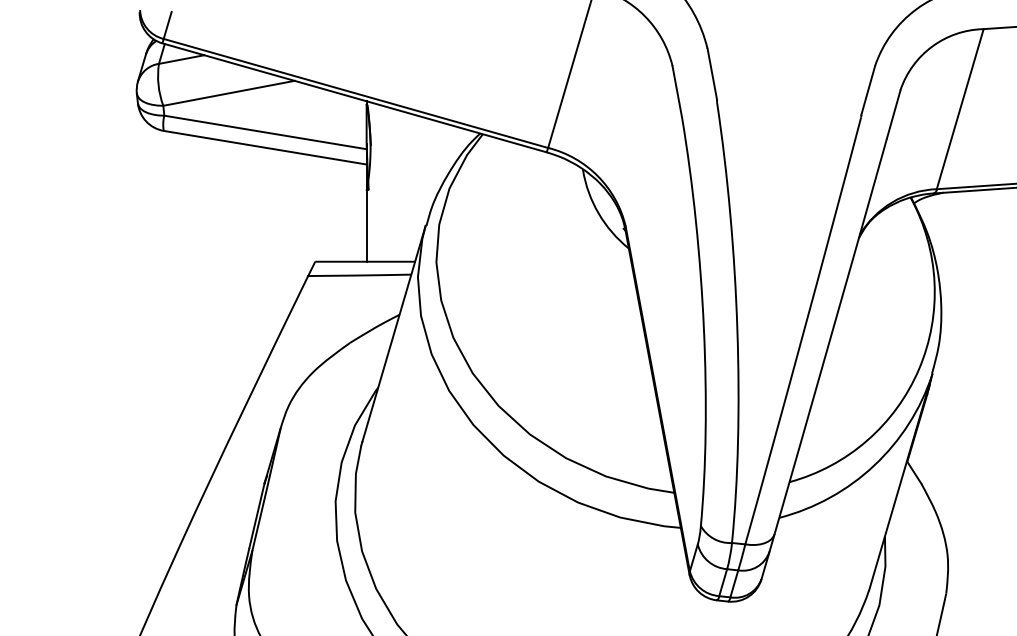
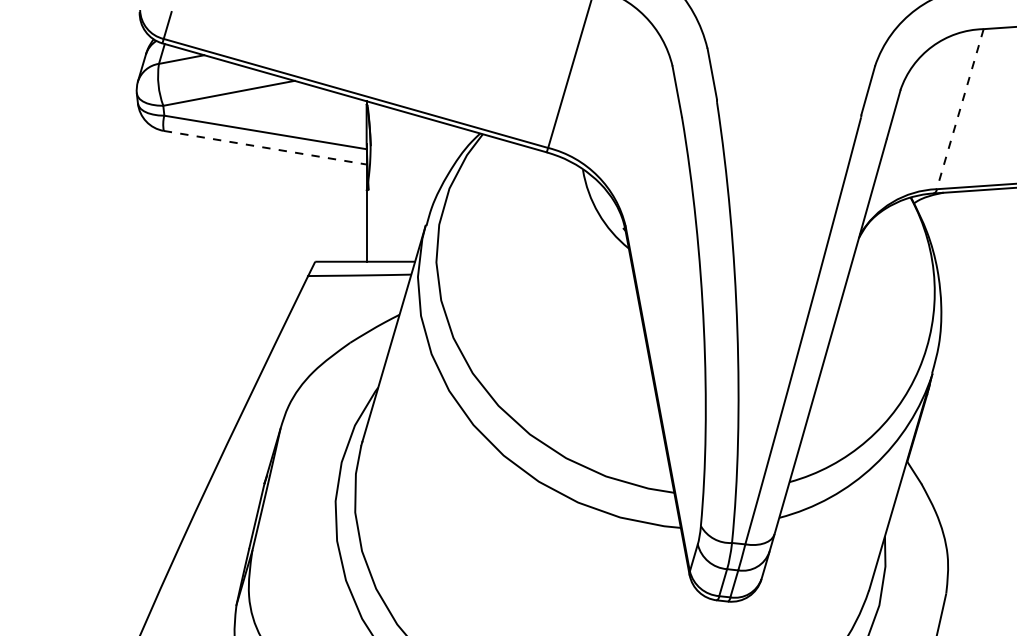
line at (960, 109): solid -> dashed
line at (265, 147): solid -> dashed
